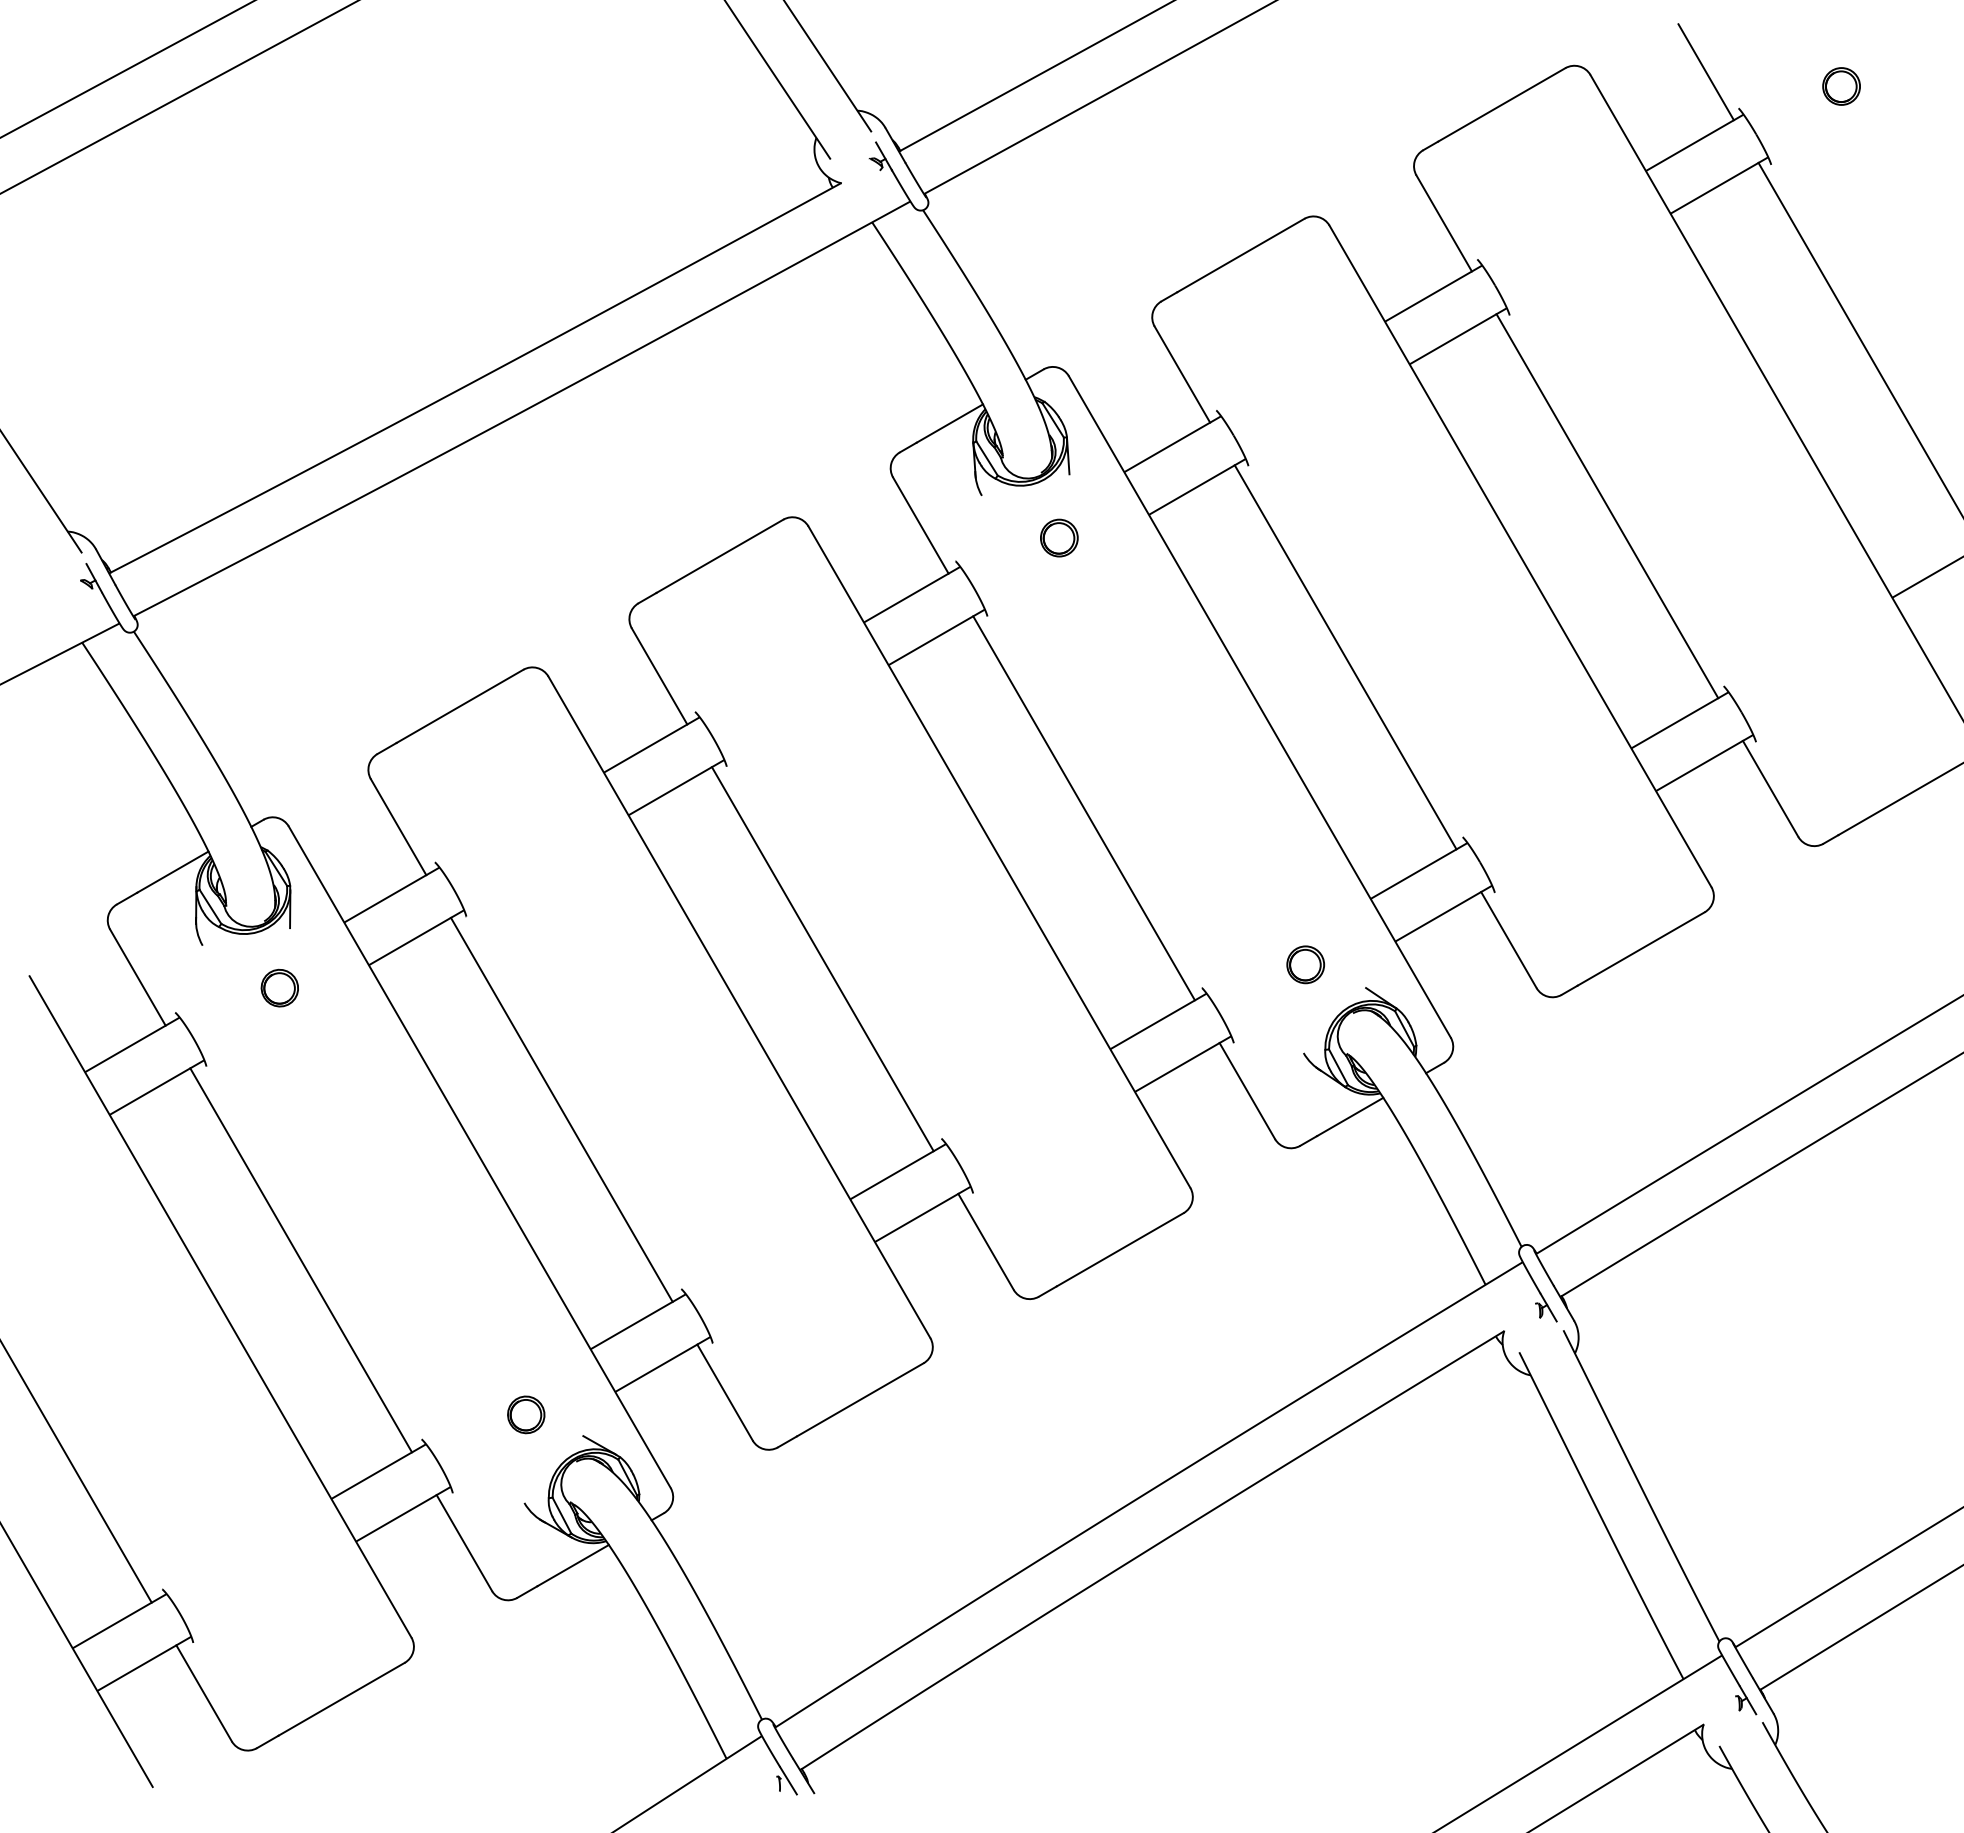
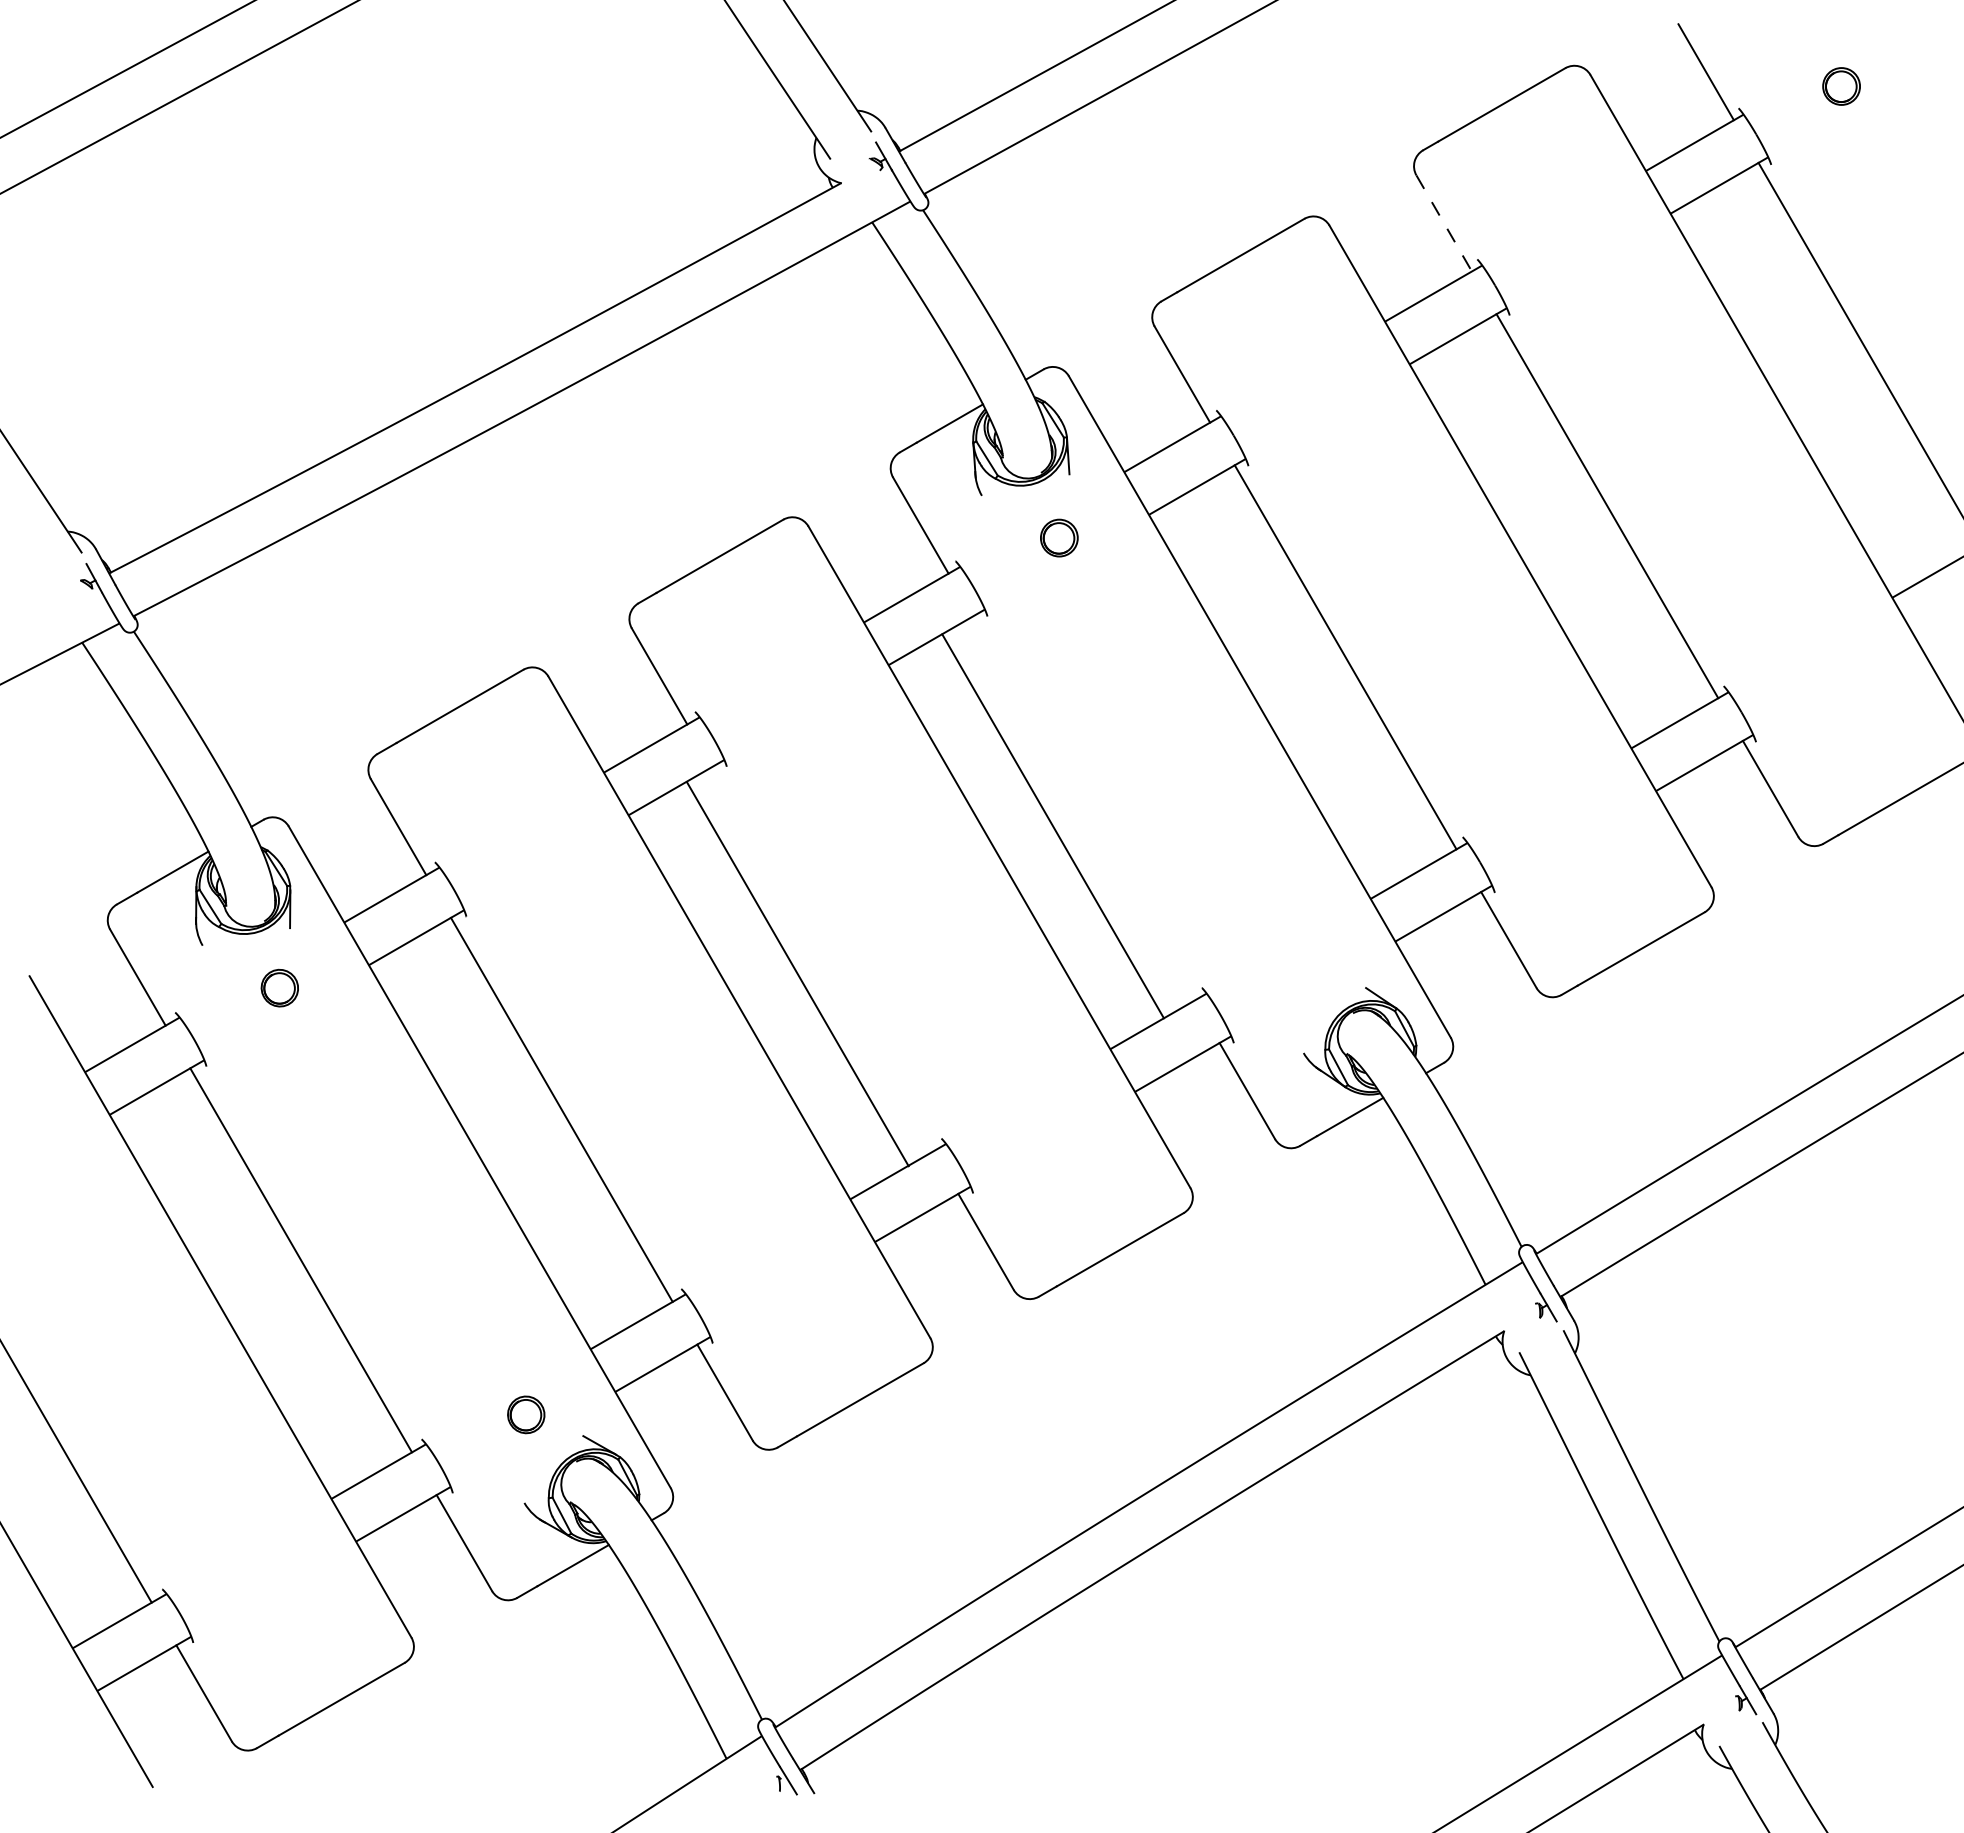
line at (1444, 223): solid -> dashed
line at (1083, 808) position: (1083, 808) -> (1052, 826)
line at (822, 959) position: (822, 959) -> (797, 974)
part at (1305, 964): present -> none
